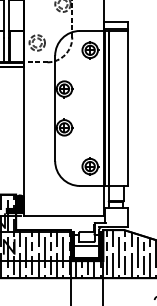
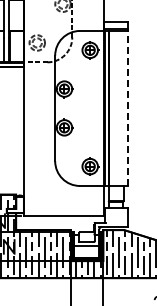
line at (128, 108): solid -> dashed
fill at (14, 205): present -> none
